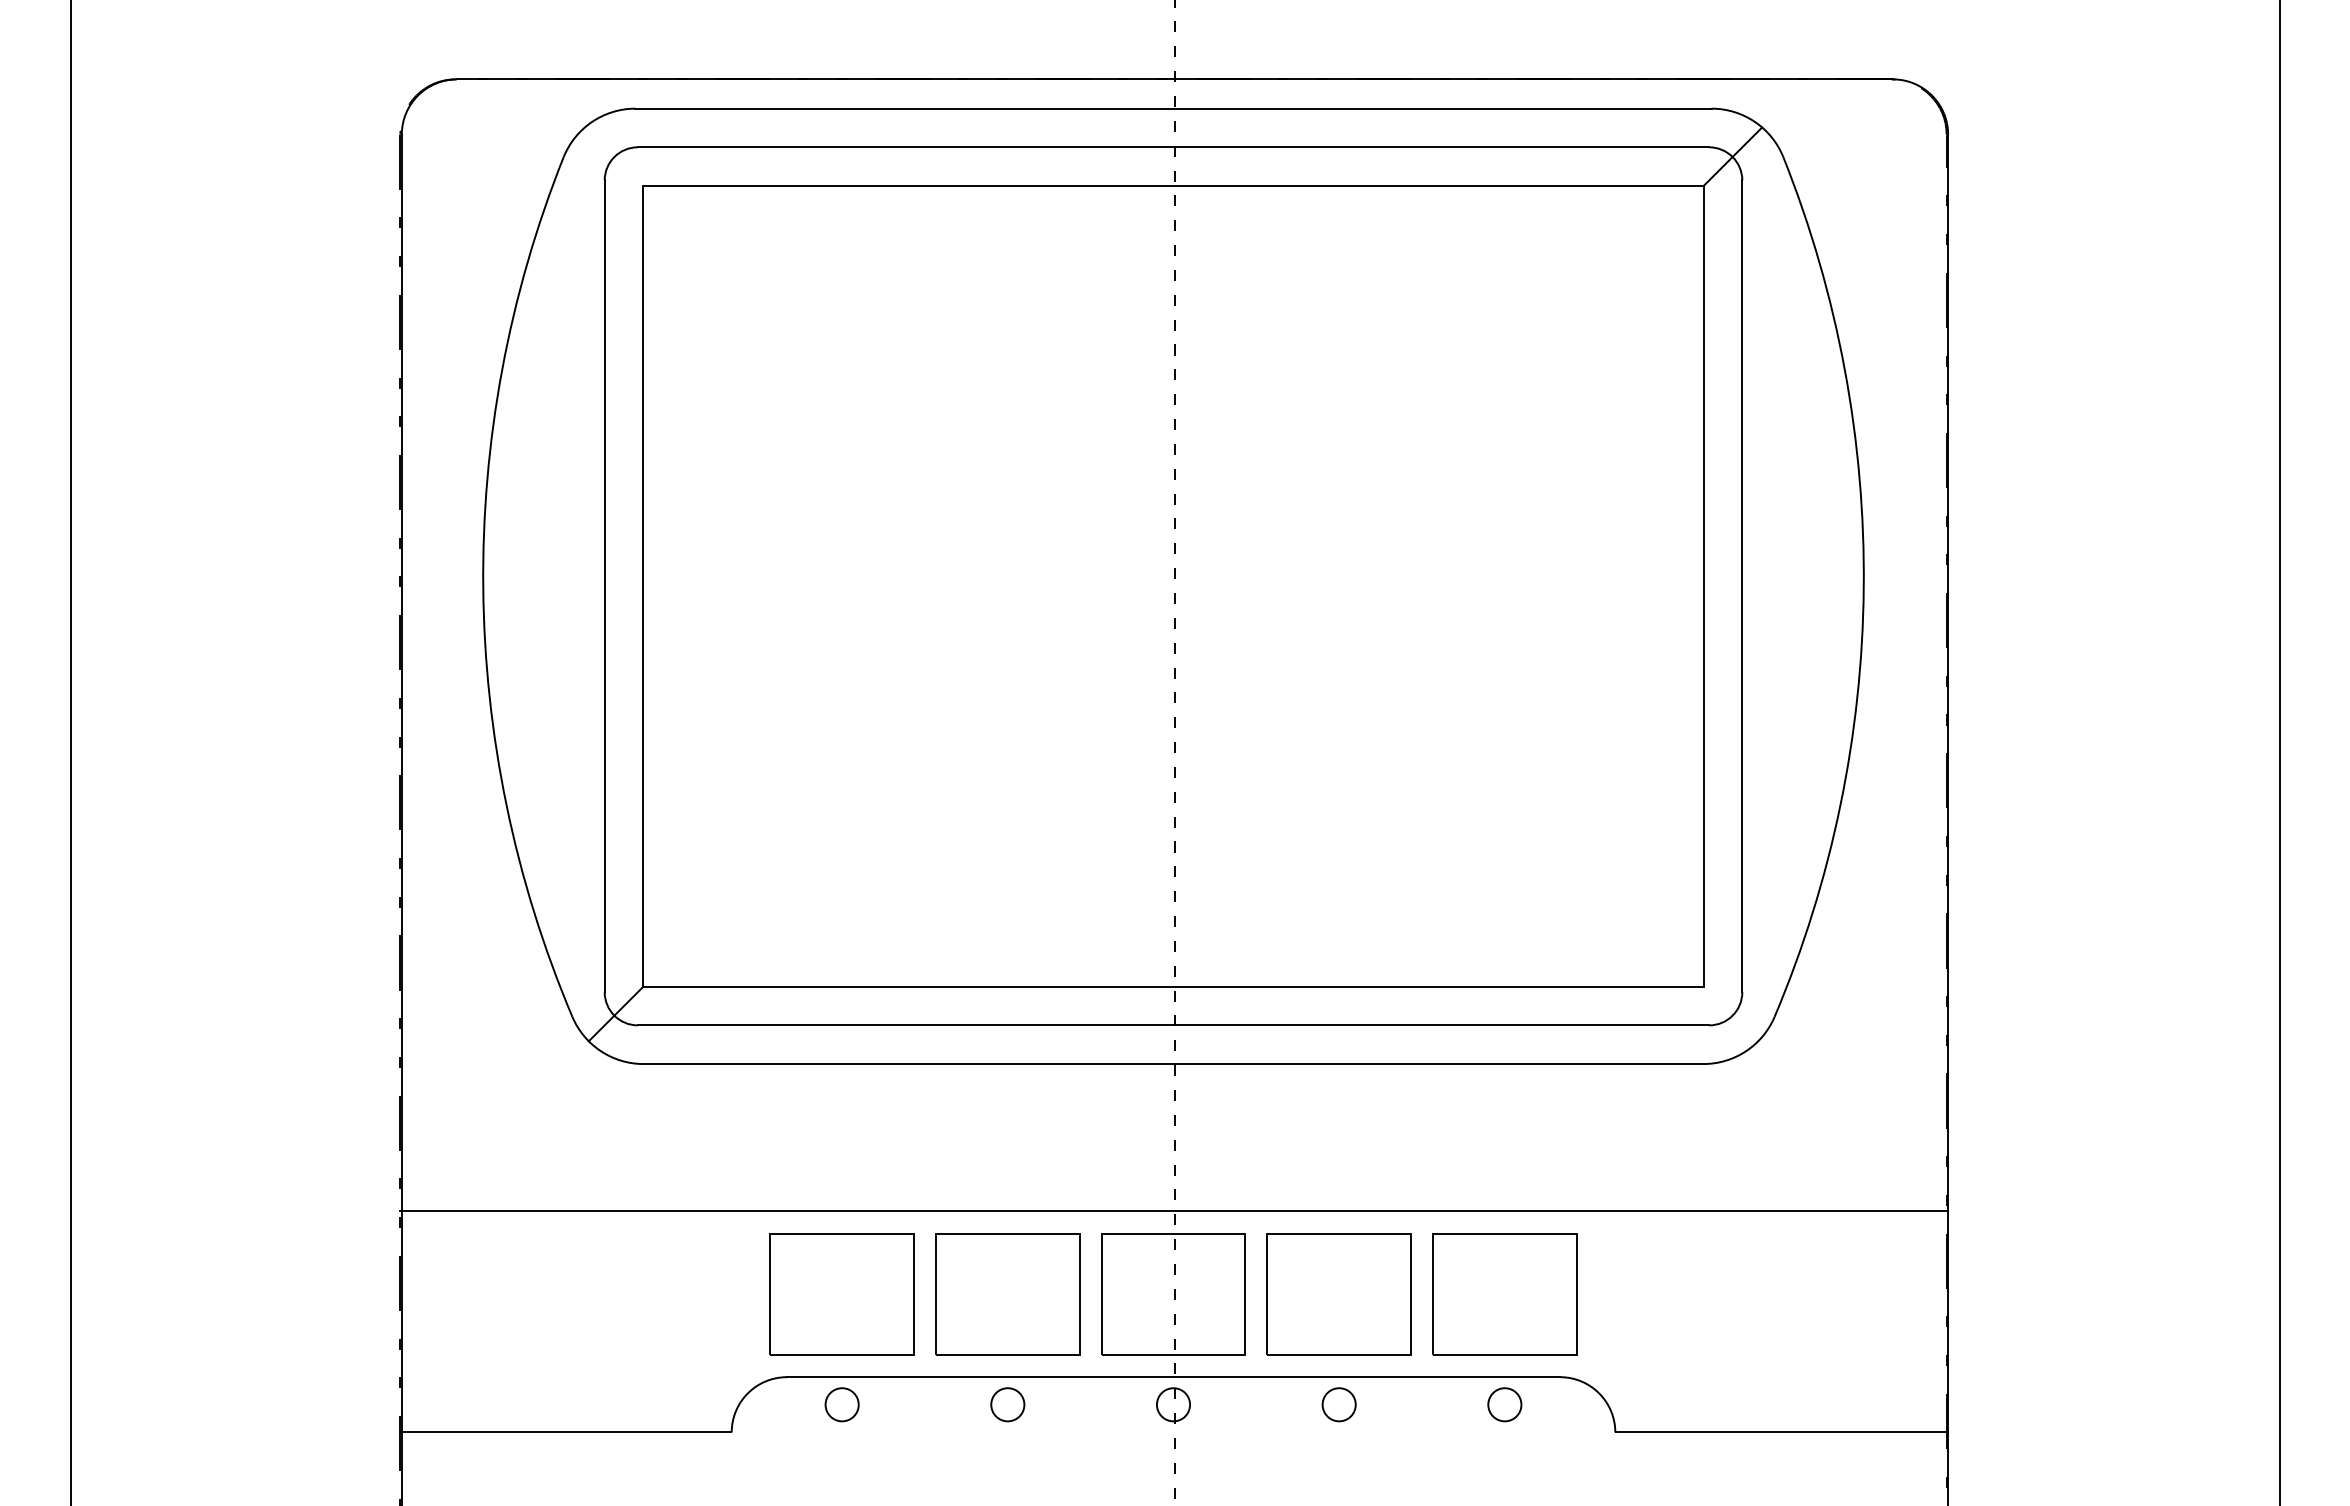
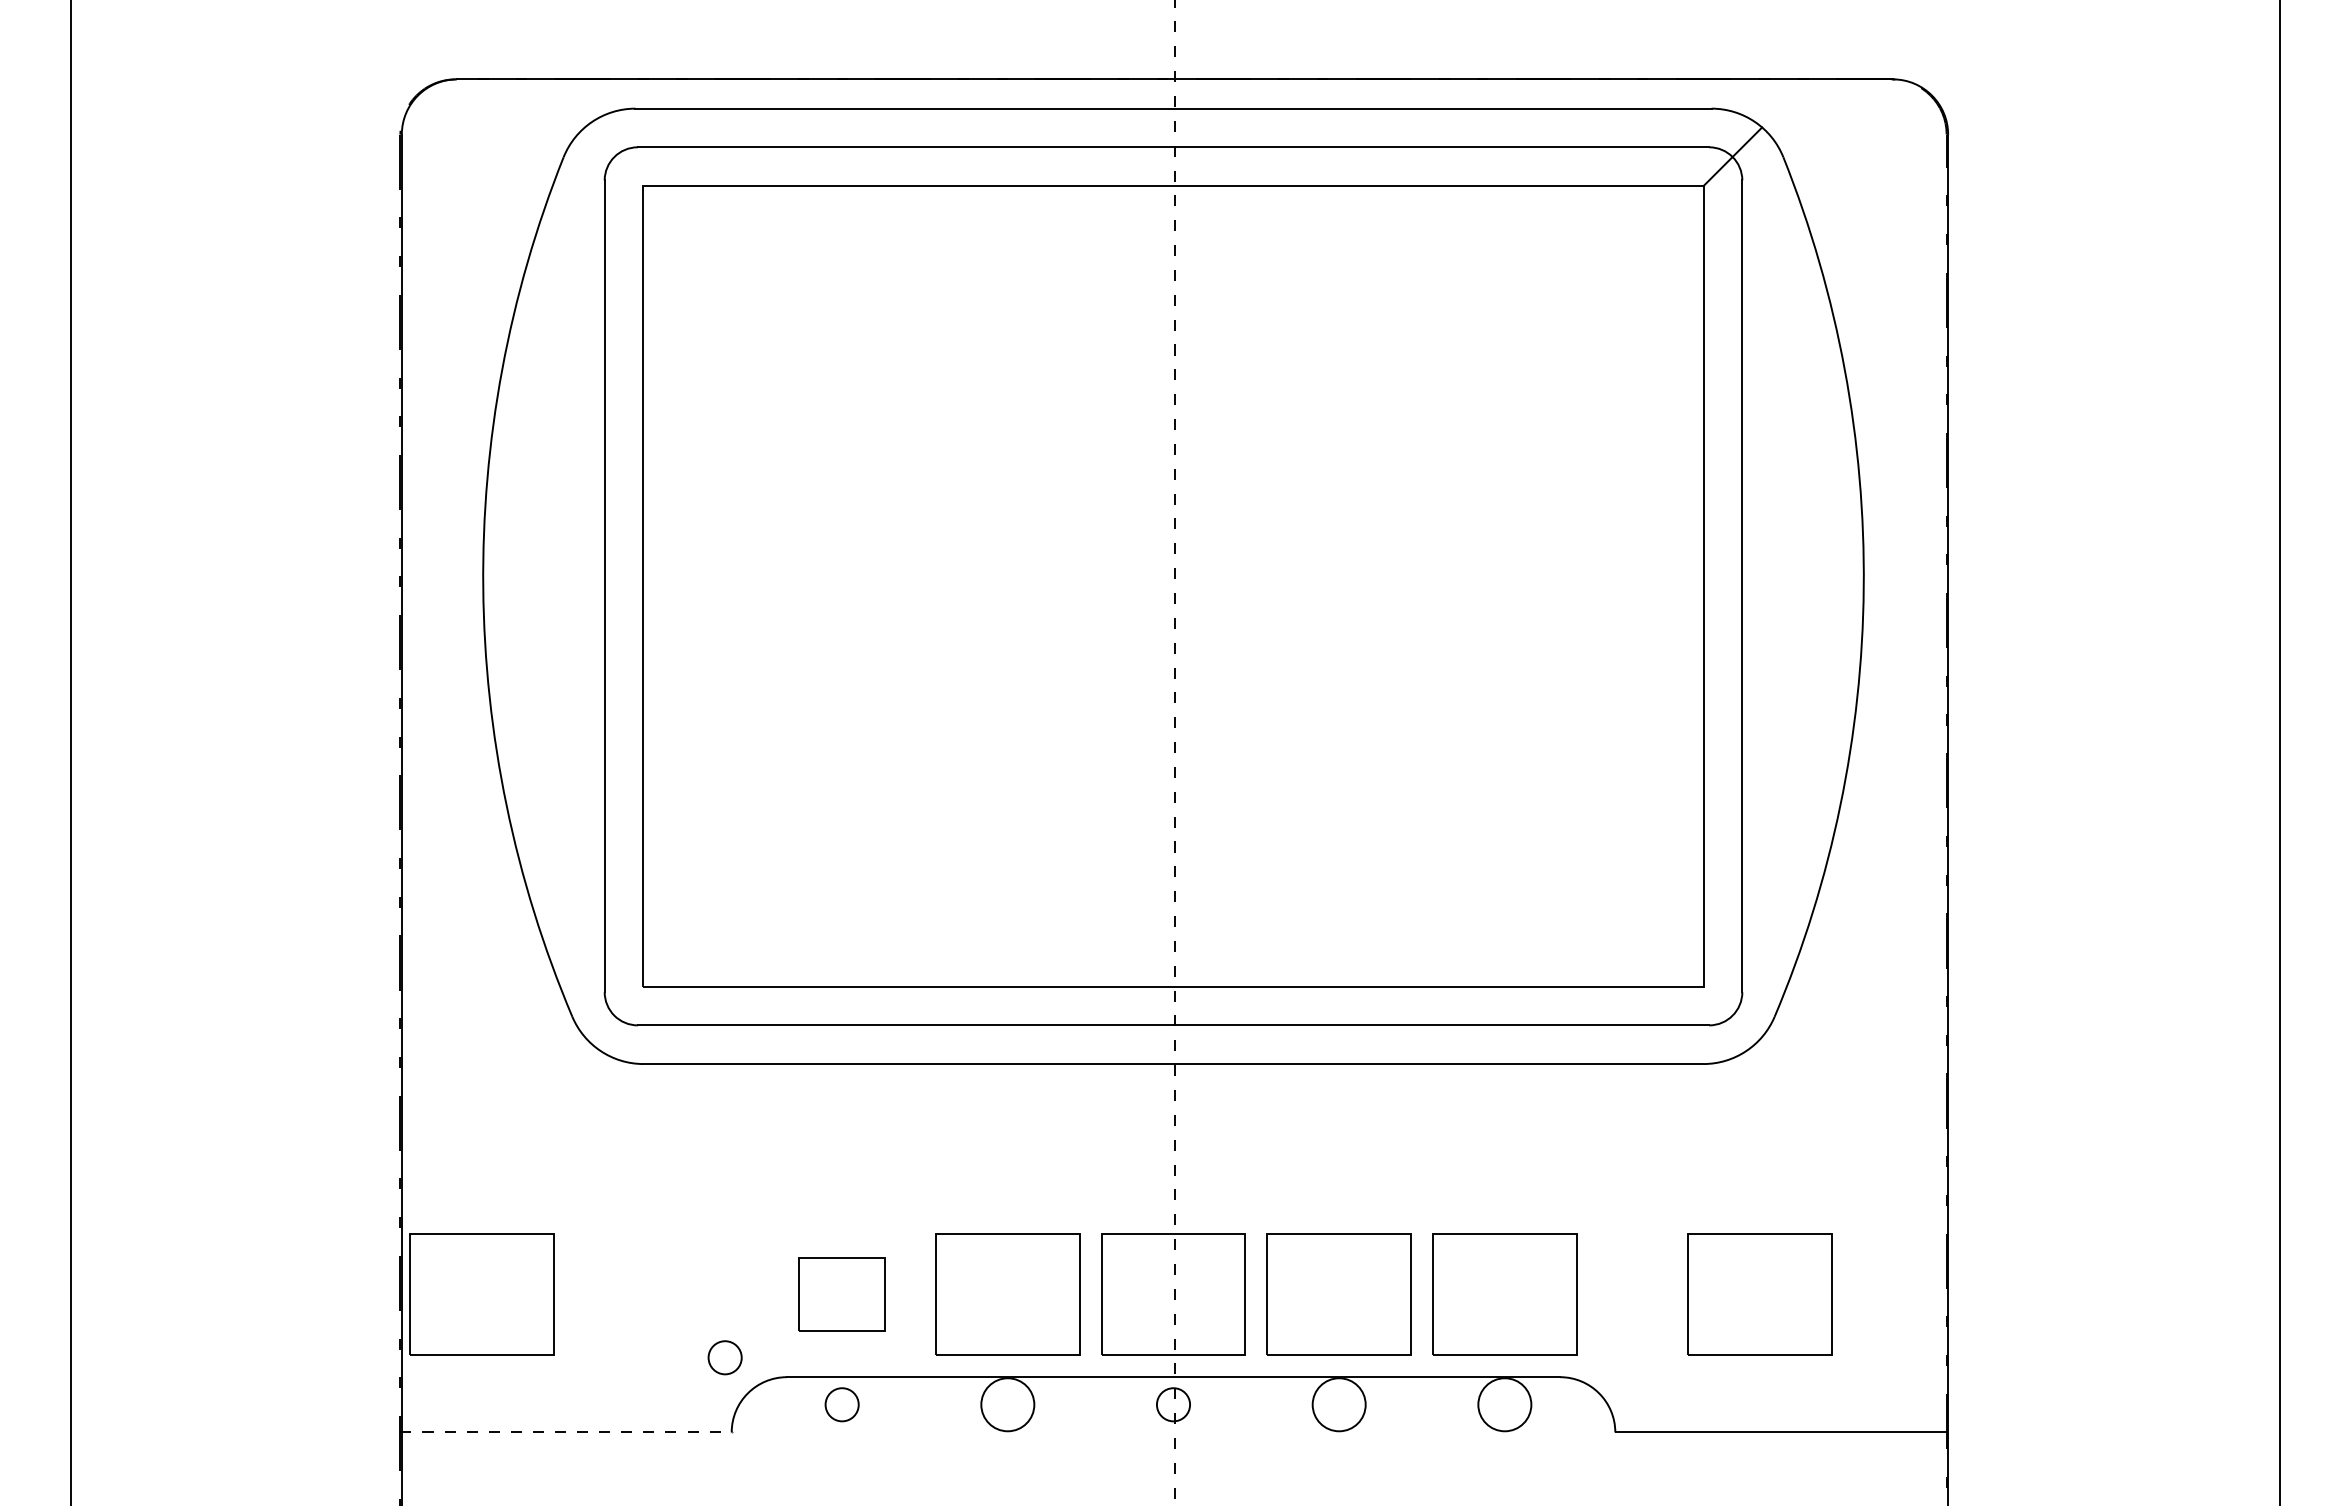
line at (615, 1013): present -> none
line at (1173, 1211): present -> none
part at (481, 1294): none -> present
part at (841, 1294) size: 146x123 px -> 88x75 px
part at (1759, 1294): none -> present
circle at (724, 1357): none -> present
circle at (1007, 1404) diameter: 33 px -> 53 px
circle at (1338, 1404) diameter: 33 px -> 53 px
circle at (1504, 1404) diameter: 33 px -> 53 px
line at (567, 1432): solid -> dashed
